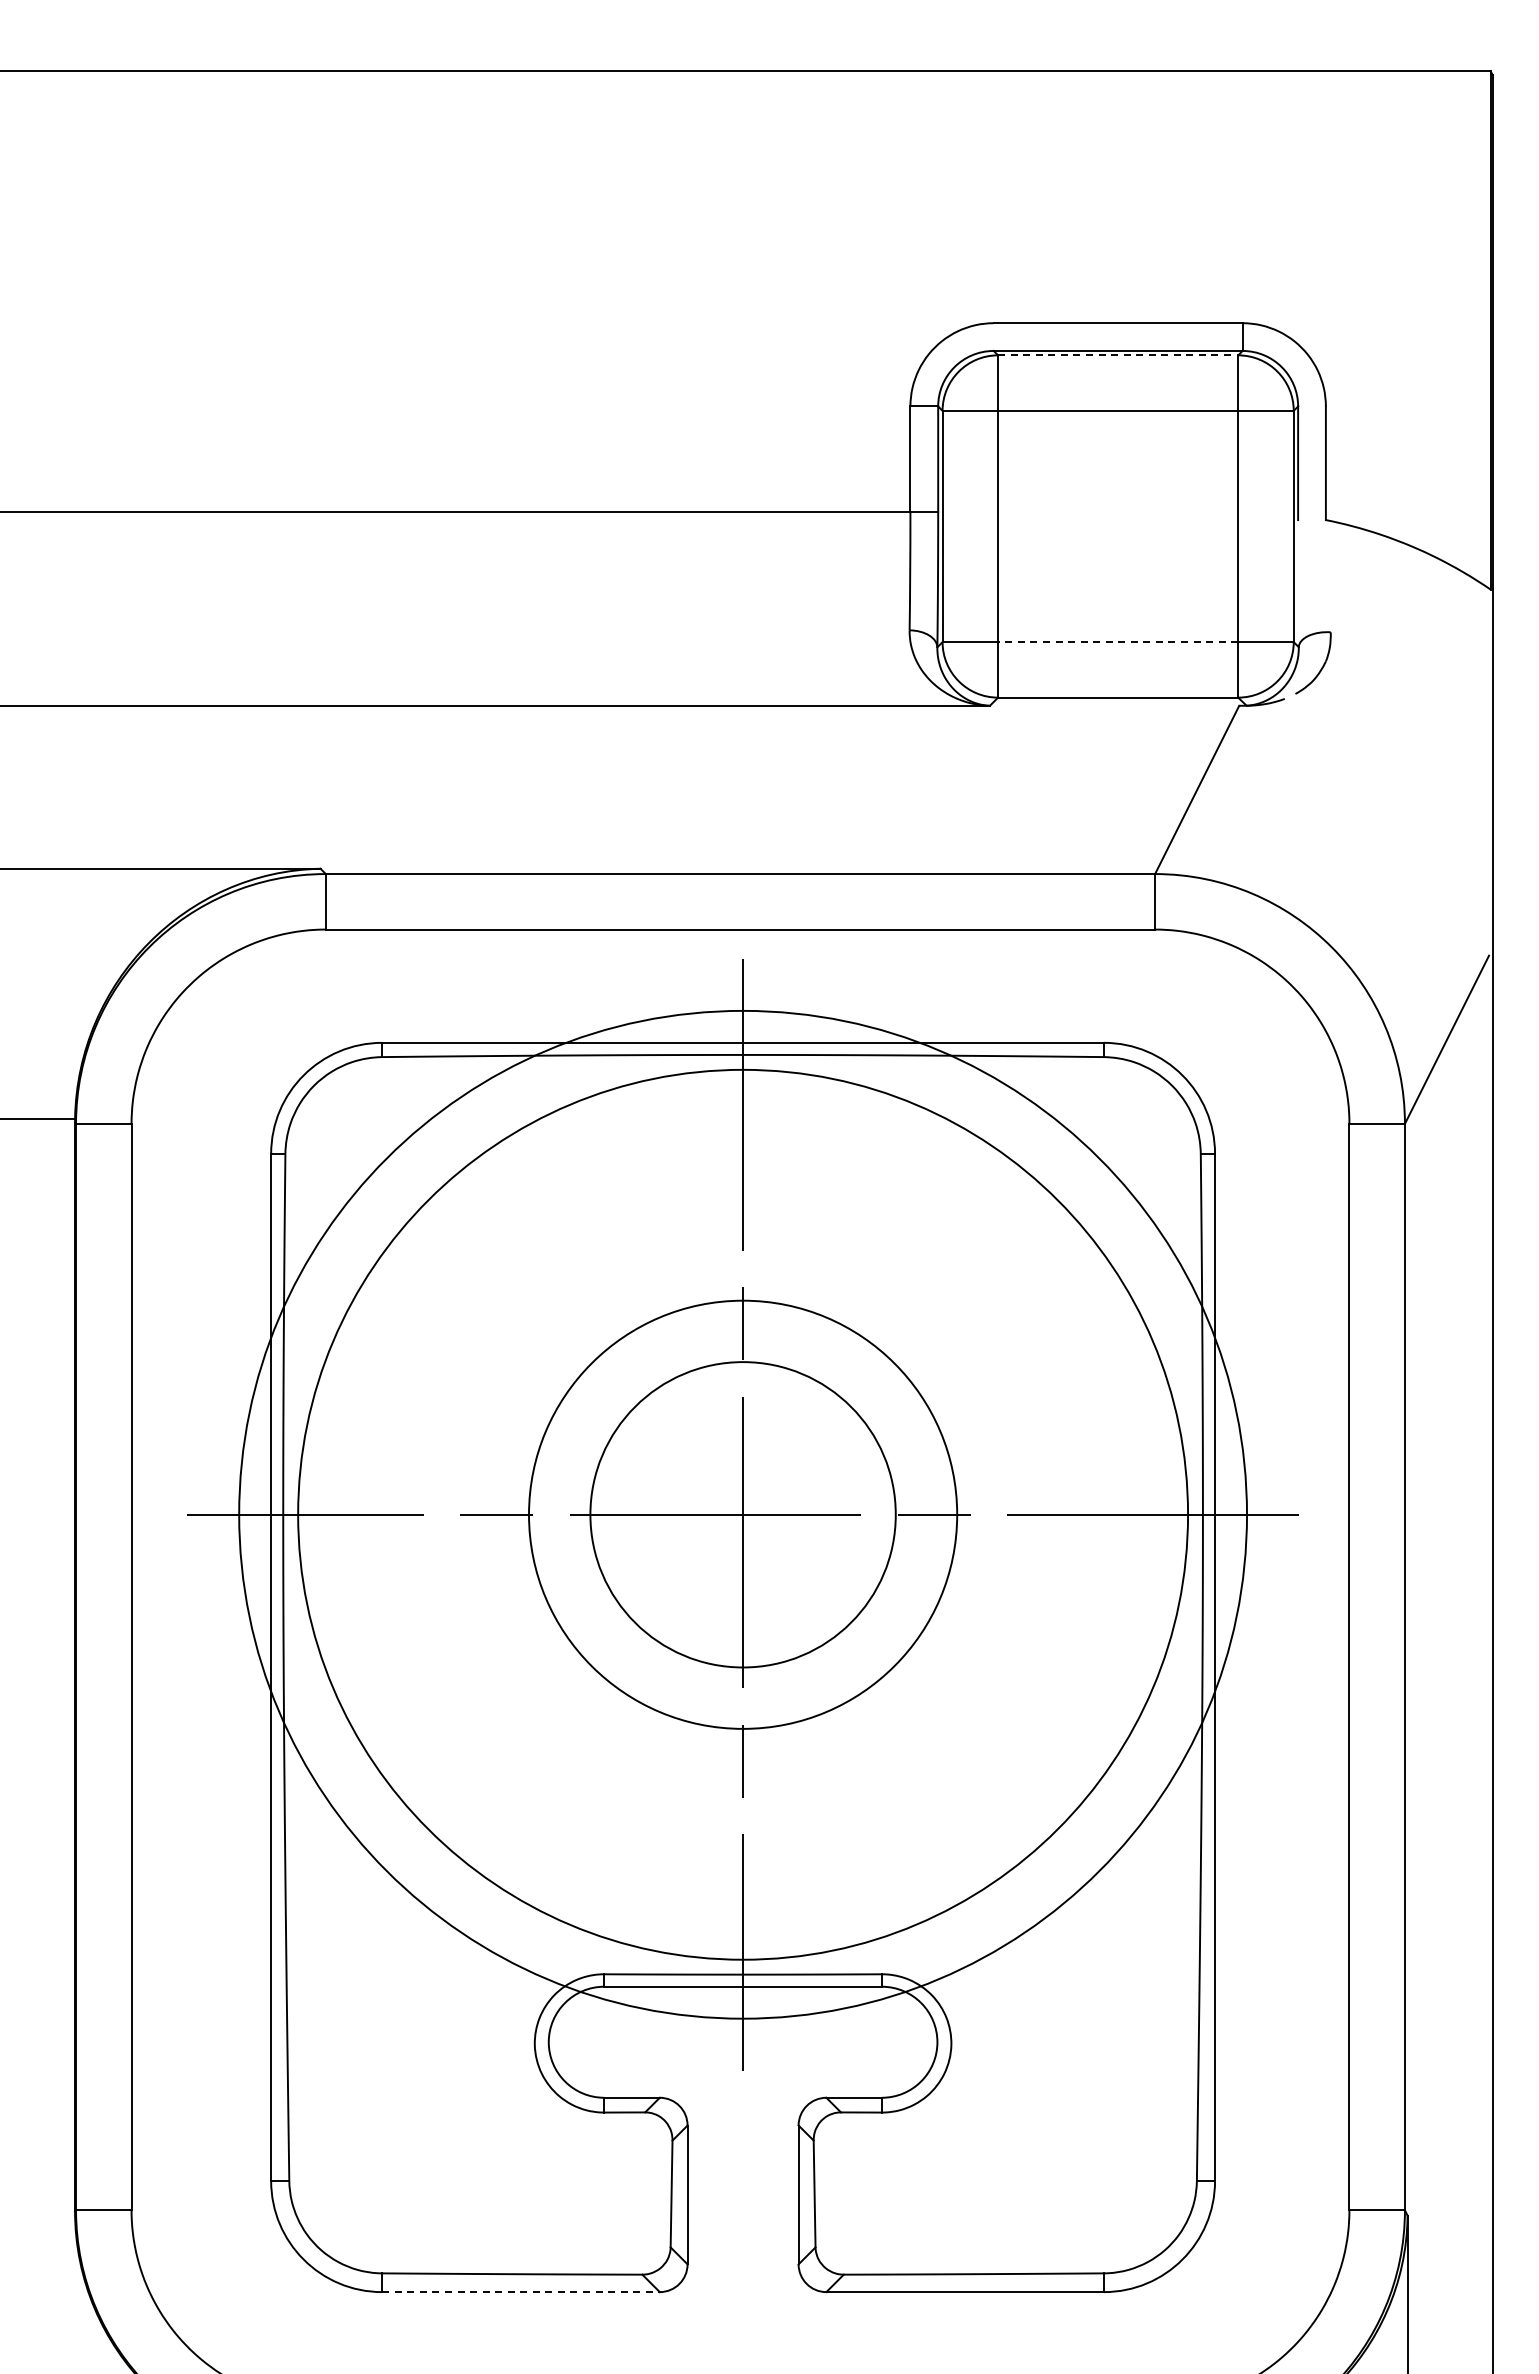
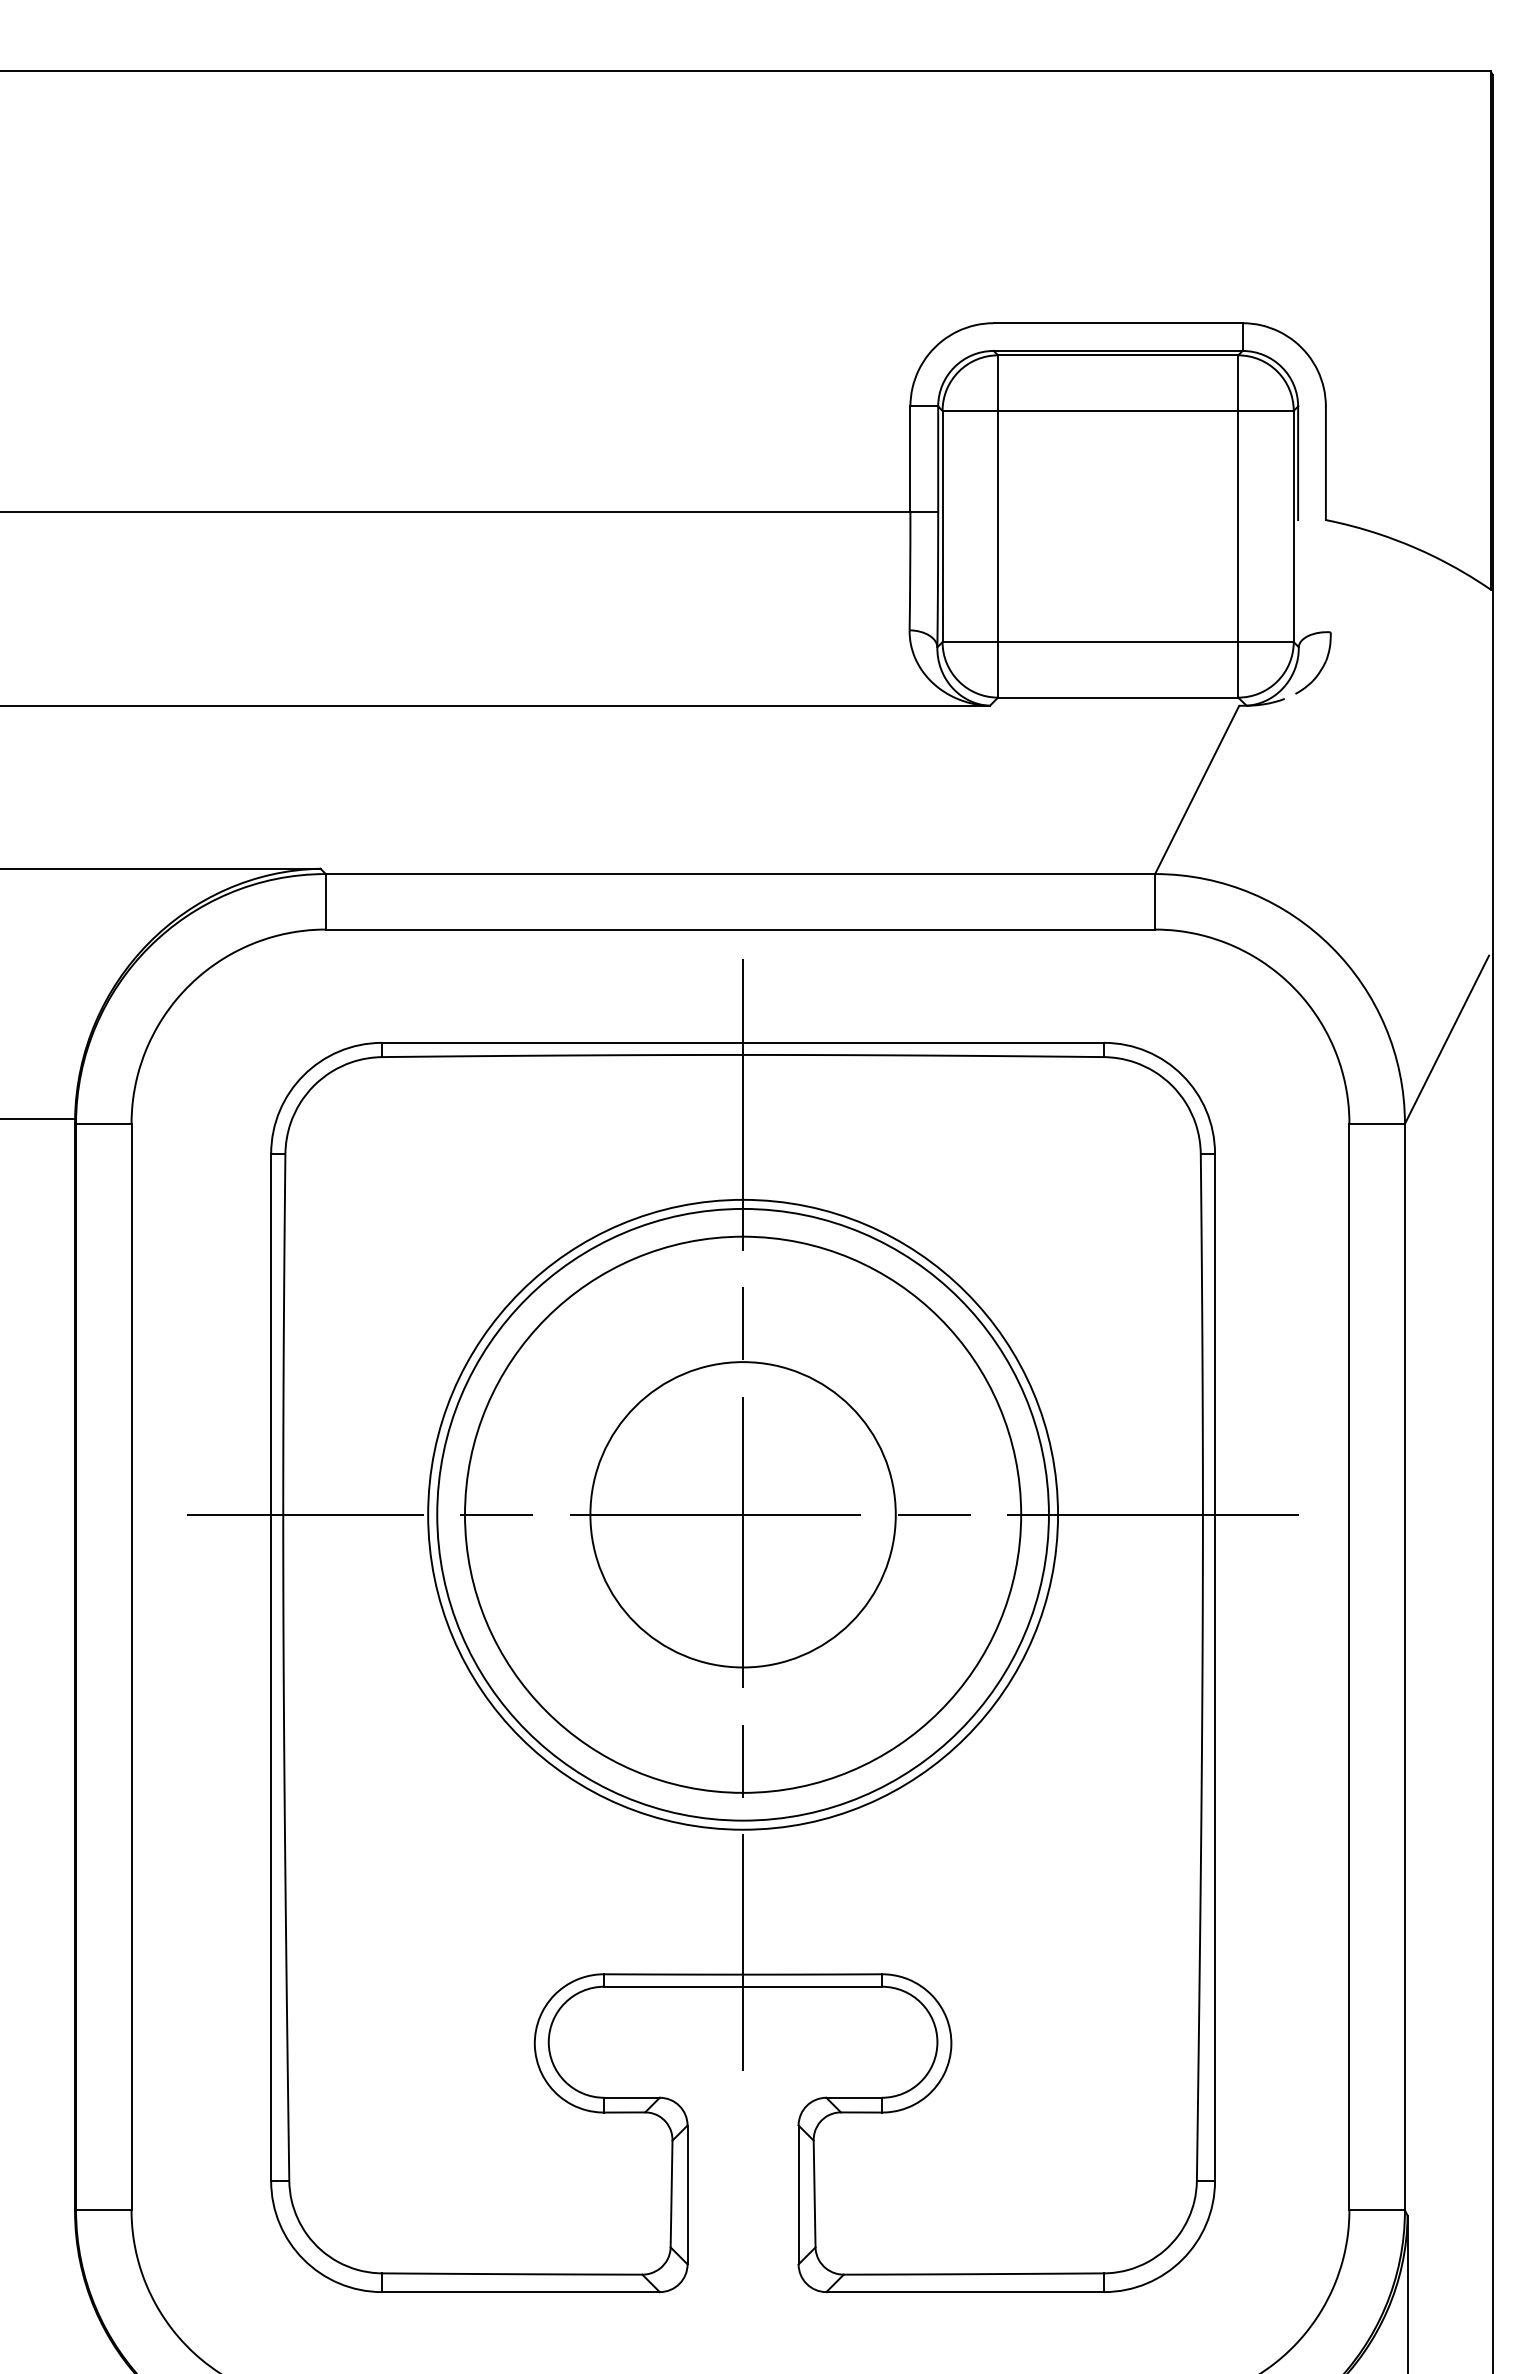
line at (1118, 355): dashed -> solid
line at (1117, 642): dashed -> solid
circle at (743, 1514) diameter: 1008 px -> 630 px
circle at (743, 1514) diameter: 428 px -> 612 px
circle at (743, 1514) diameter: 890 px -> 556 px
line at (521, 2292): dashed -> solid
